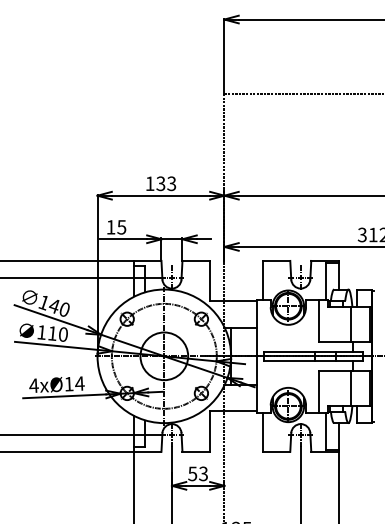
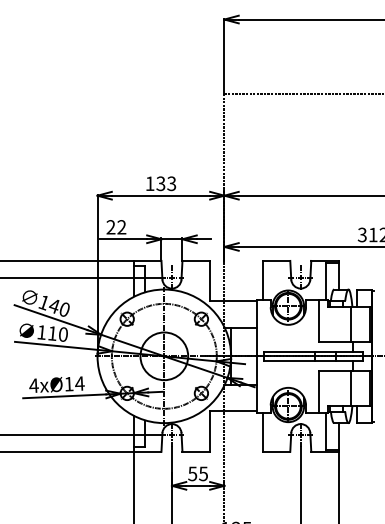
text at (116, 227): 15 -> 22
text at (203, 473): 53 -> 55
